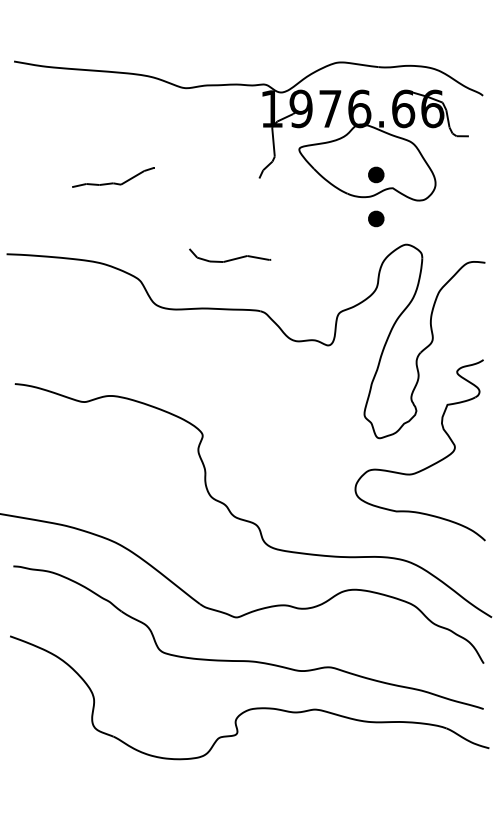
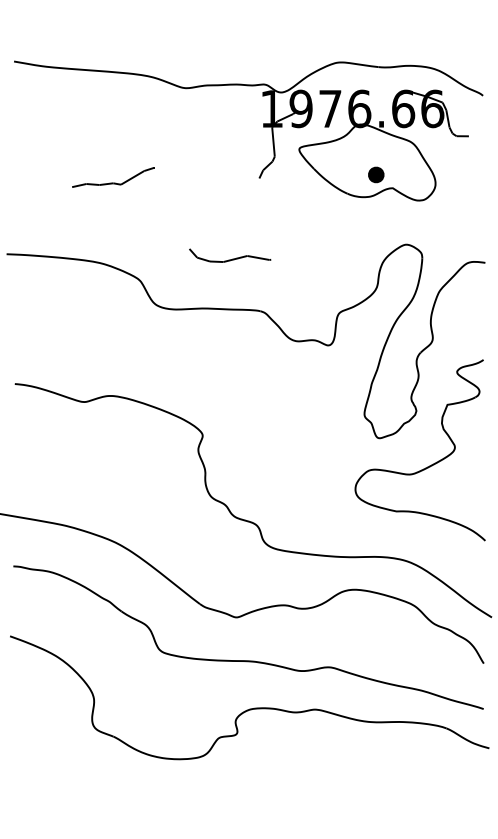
part at (376, 218): present -> none
